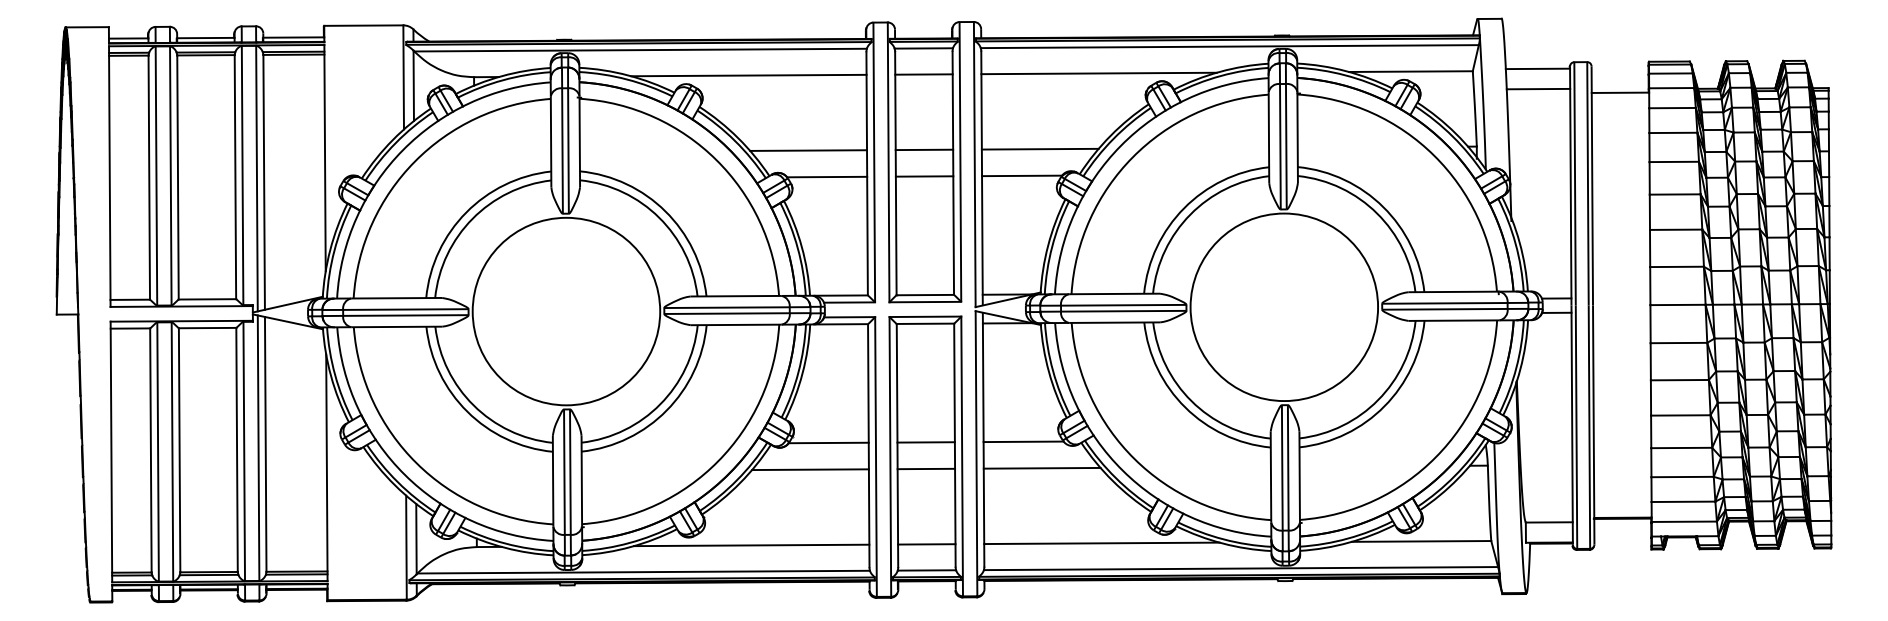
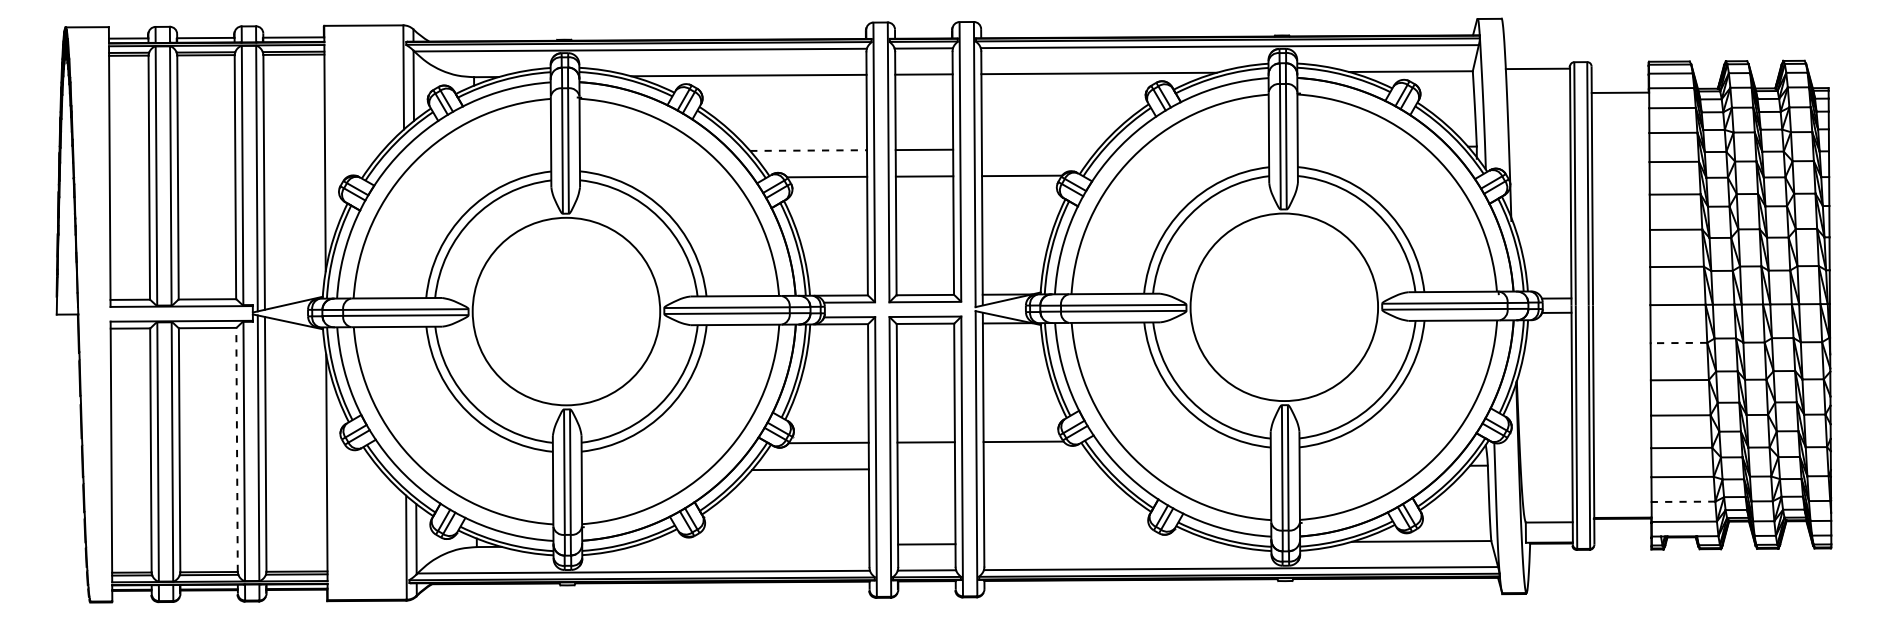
line at (1538, 88): present -> none
line at (1039, 148): present -> none
line at (809, 150): solid -> dashed
line at (1678, 343): solid -> dashed
line at (237, 449): solid -> dashed
line at (1041, 467): present -> none
line at (926, 468): present -> none
line at (1683, 501): solid -> dashed
line at (1101, 543): present -> none
line at (751, 545): present -> none
